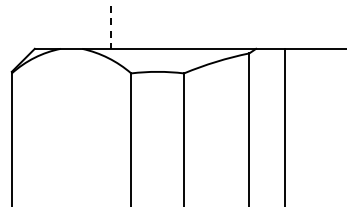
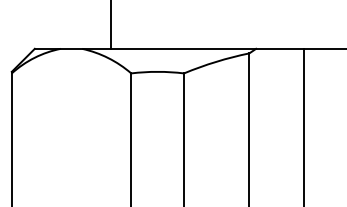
line at (111, 24): dashed -> solid
line at (284, 125) position: (284, 125) -> (303, 125)
